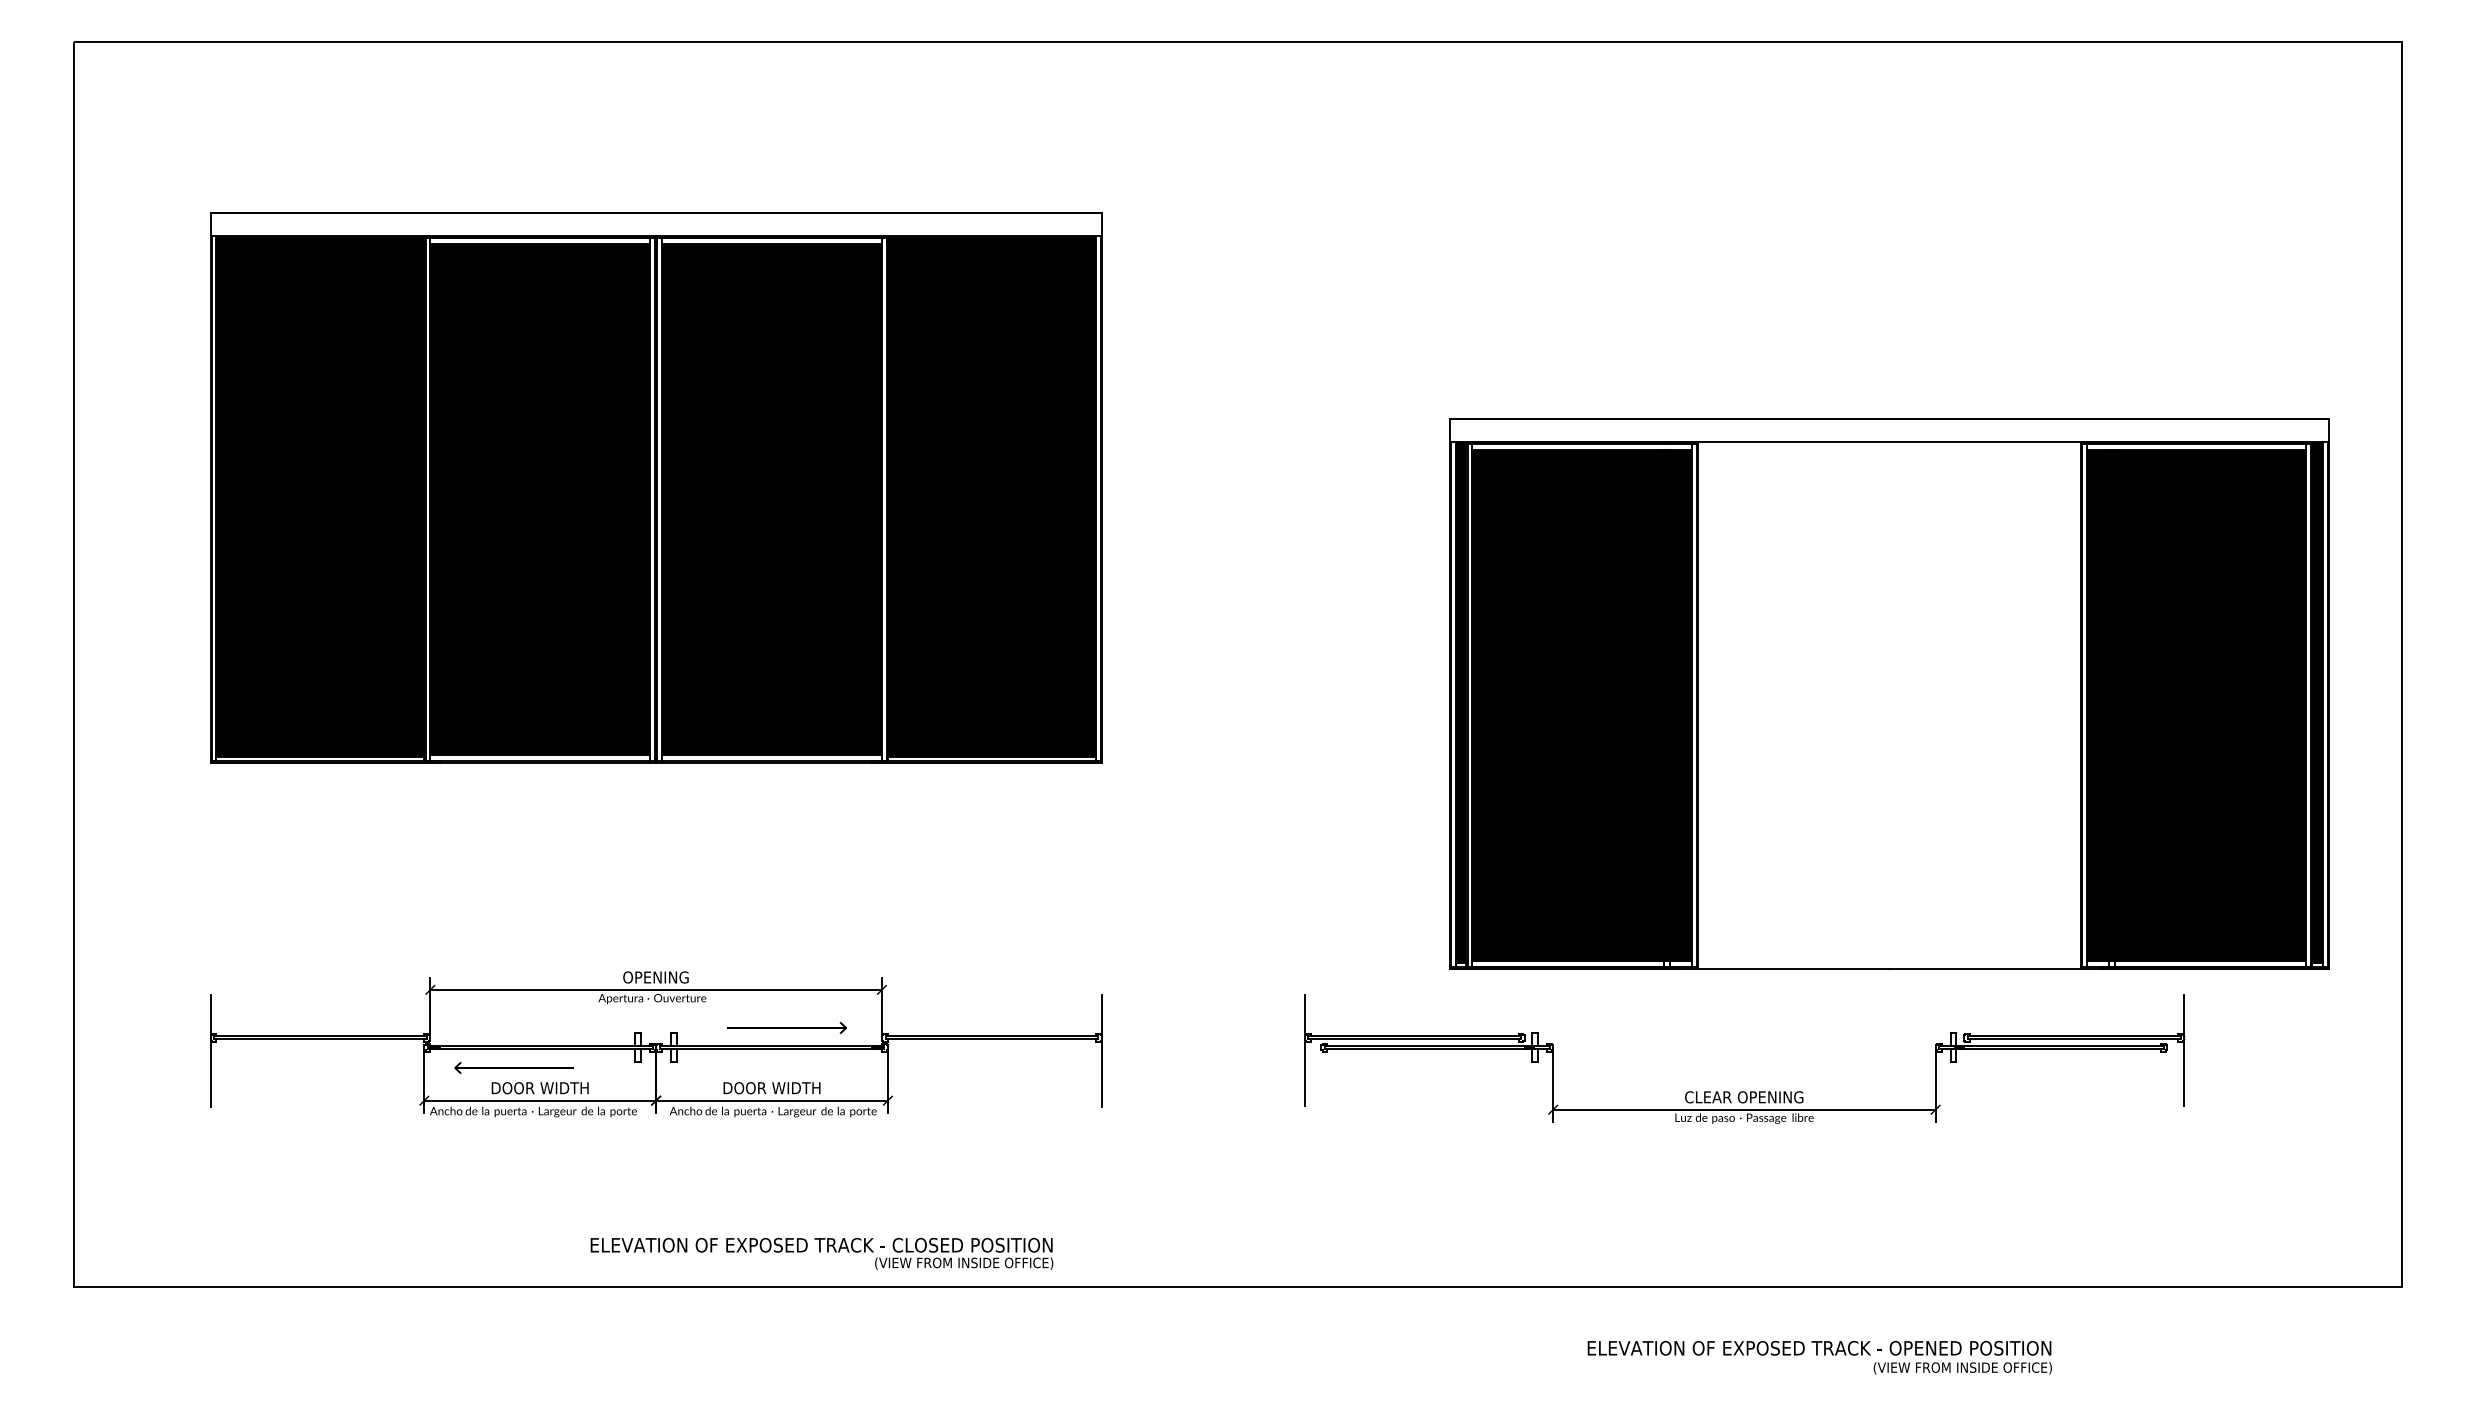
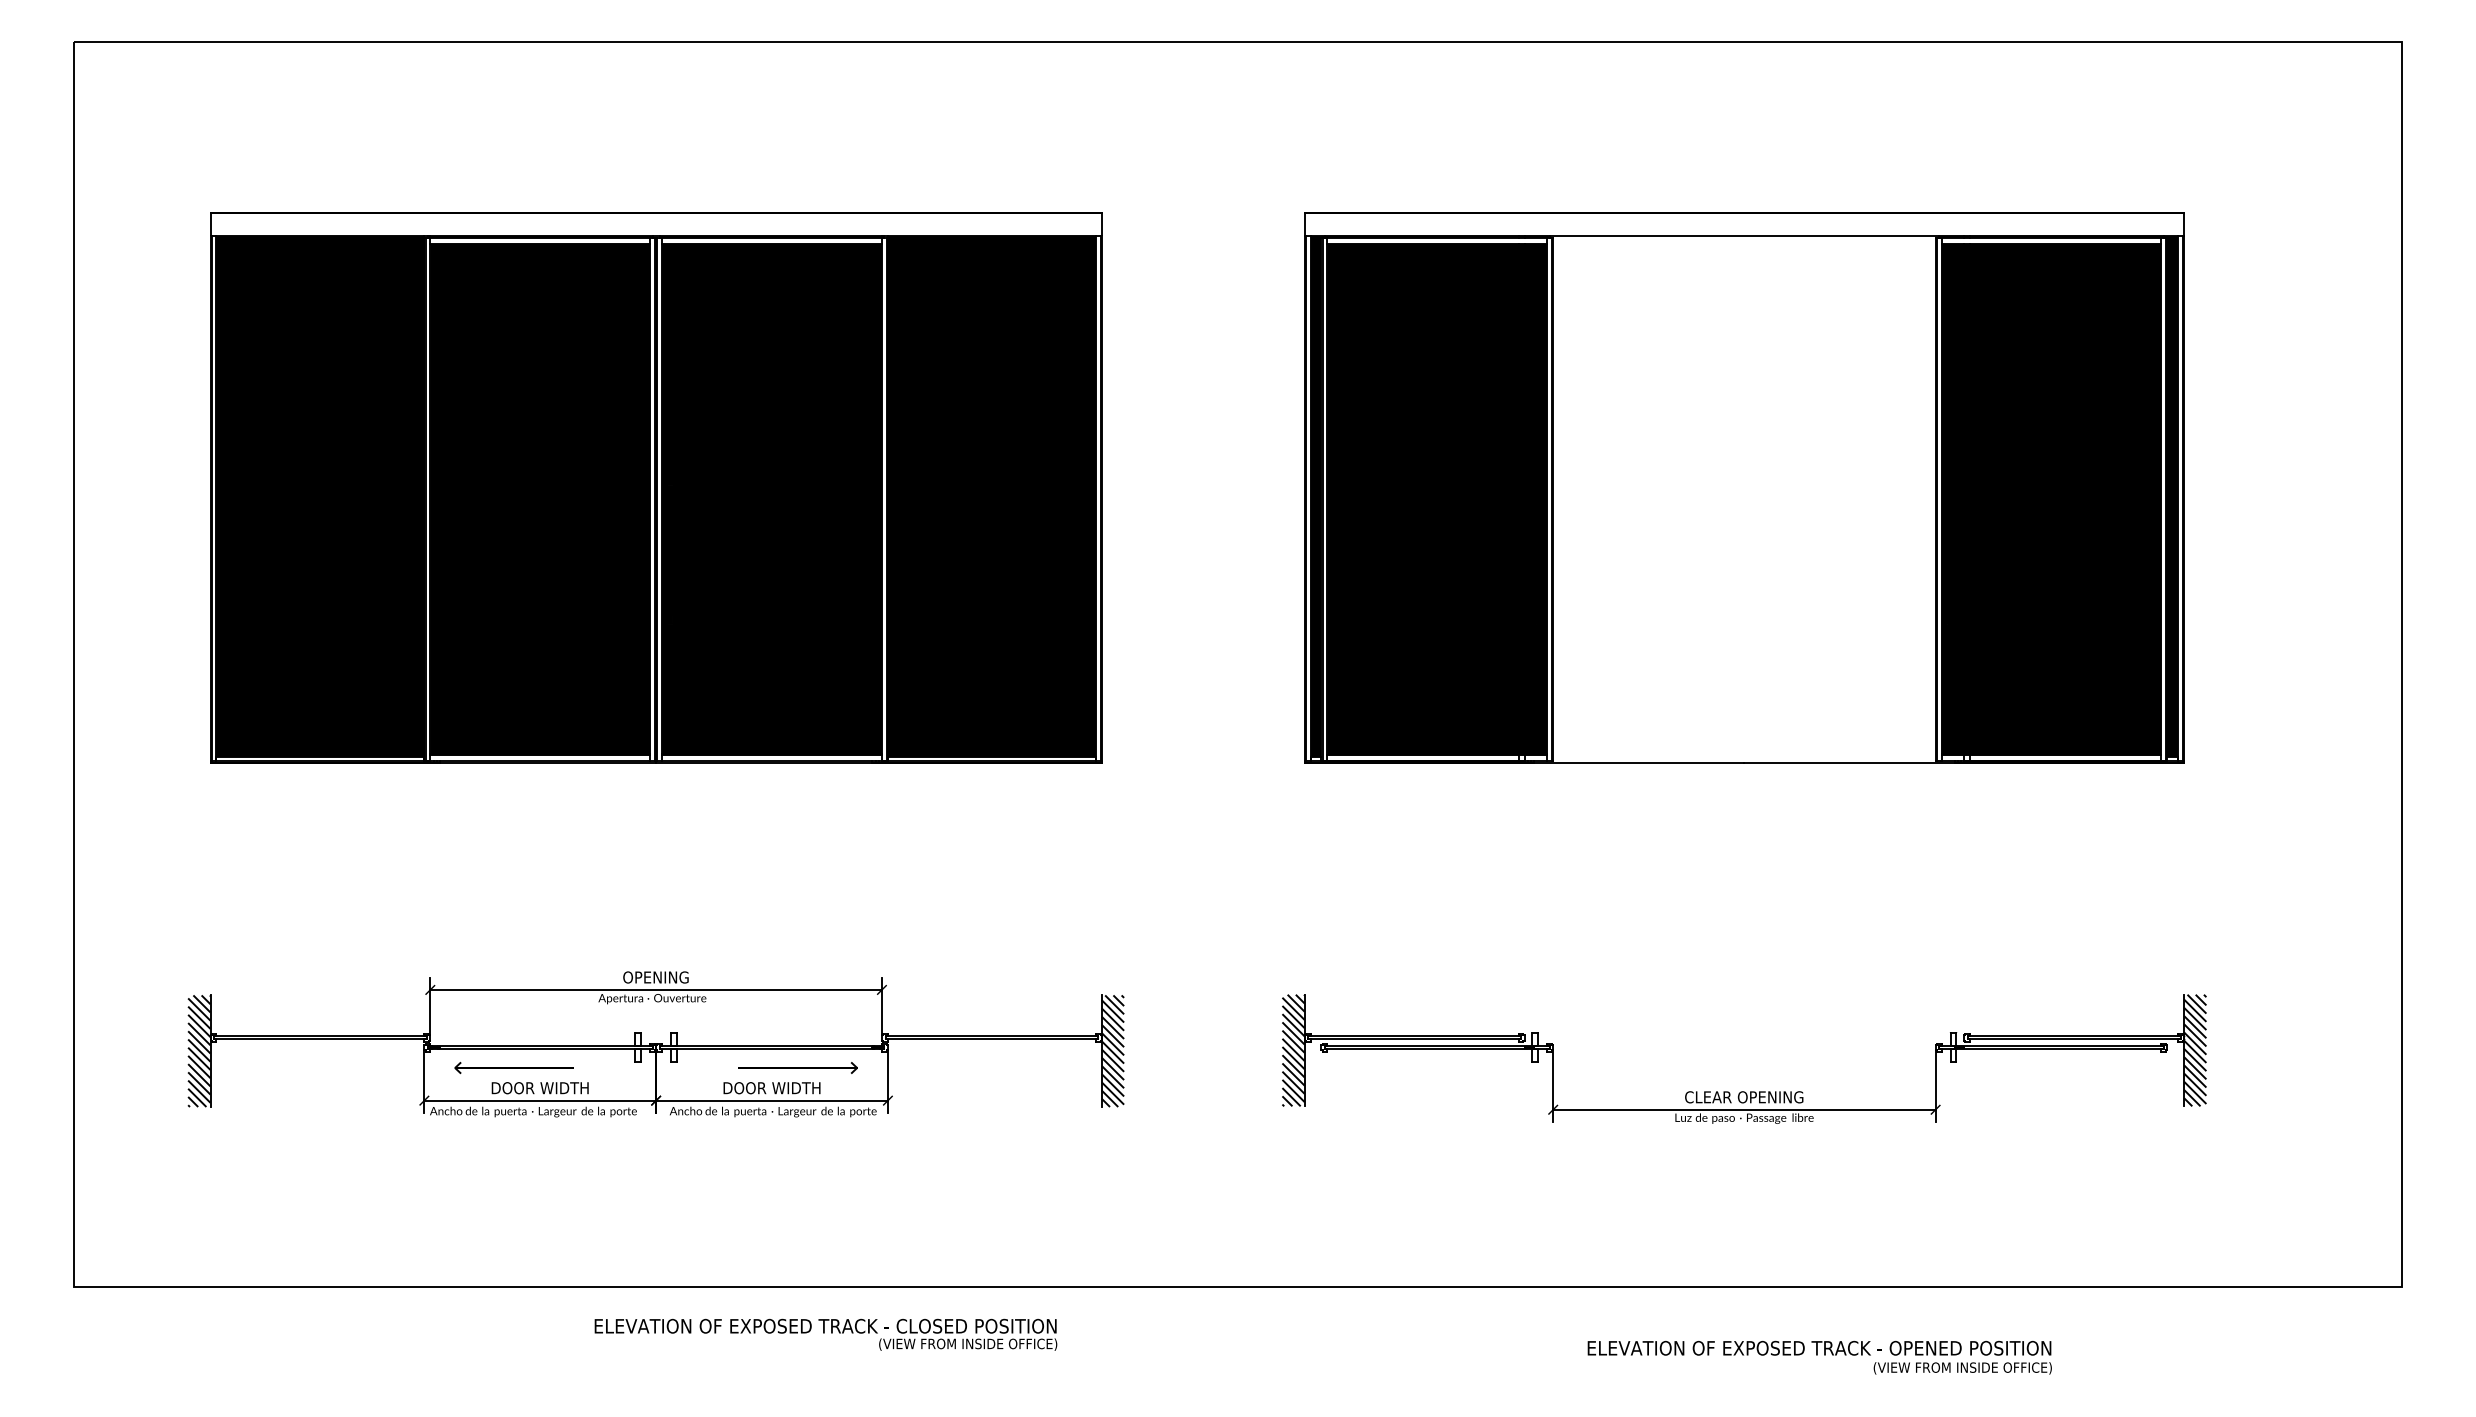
part at (1889, 693) position: (1889, 693) -> (1744, 487)
line at (786, 1027) position: (786, 1027) -> (797, 1067)
hatch at (1293, 1050): none -> present
hatch at (2195, 1050): none -> present
hatch at (199, 1051): none -> present
hatch at (1112, 1051): none -> present
text at (821, 1253) position: (821, 1253) -> (825, 1334)
